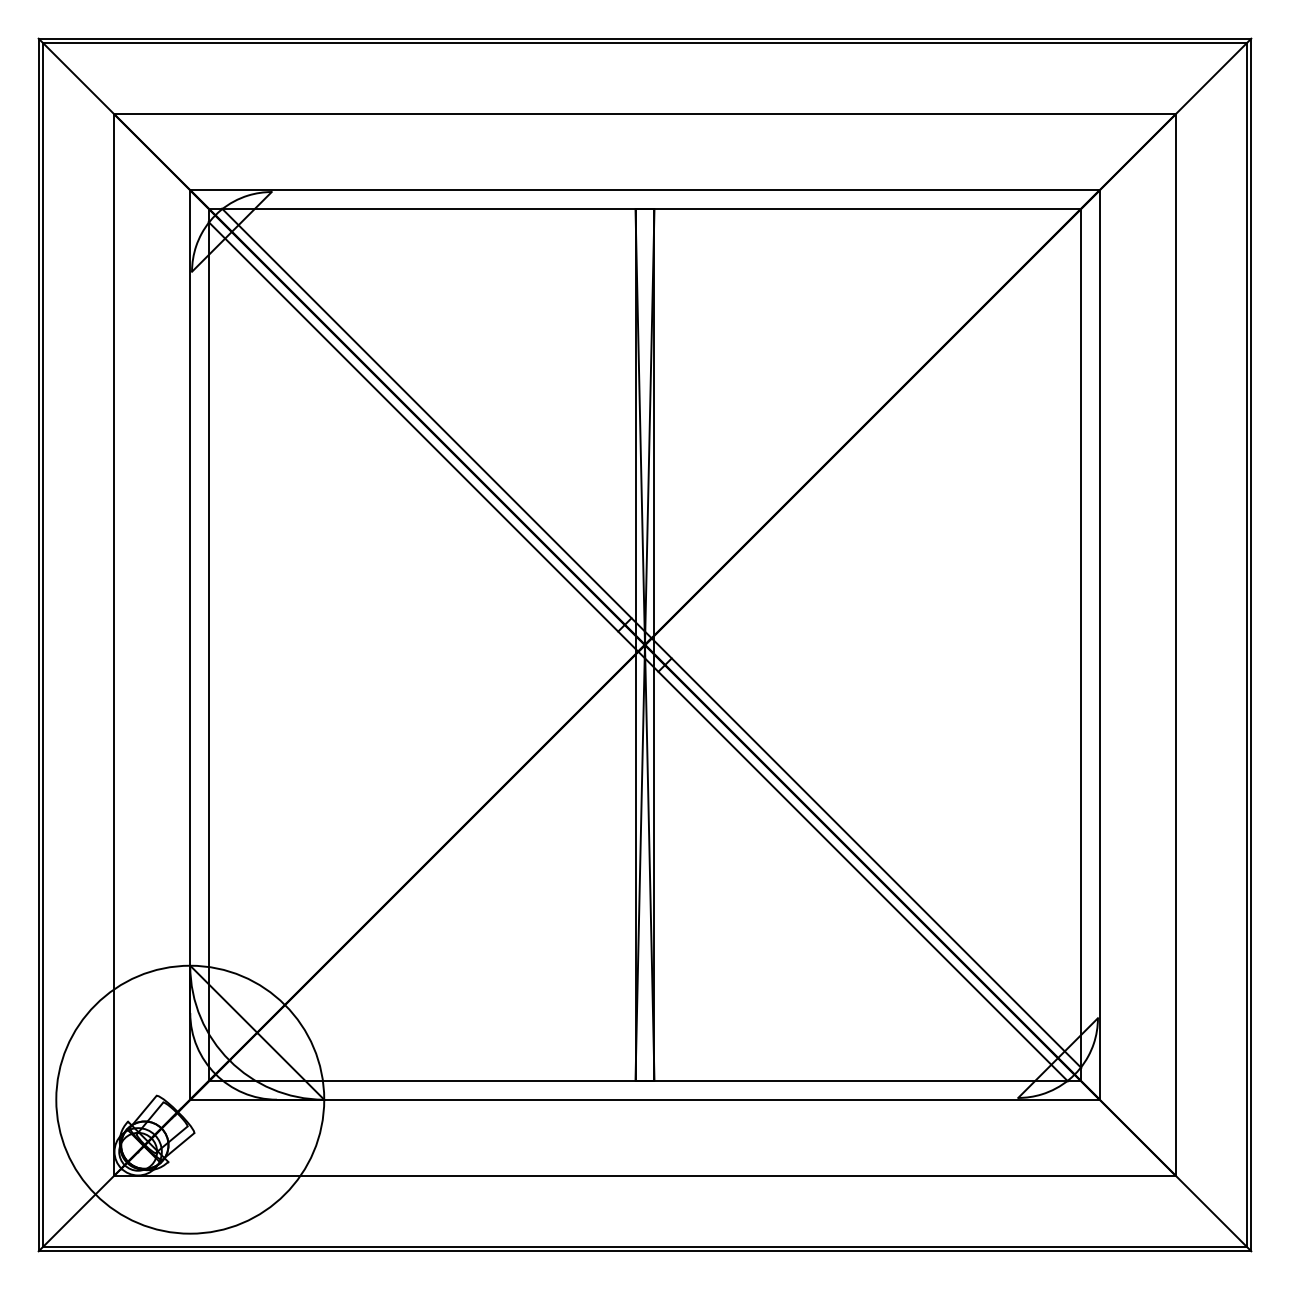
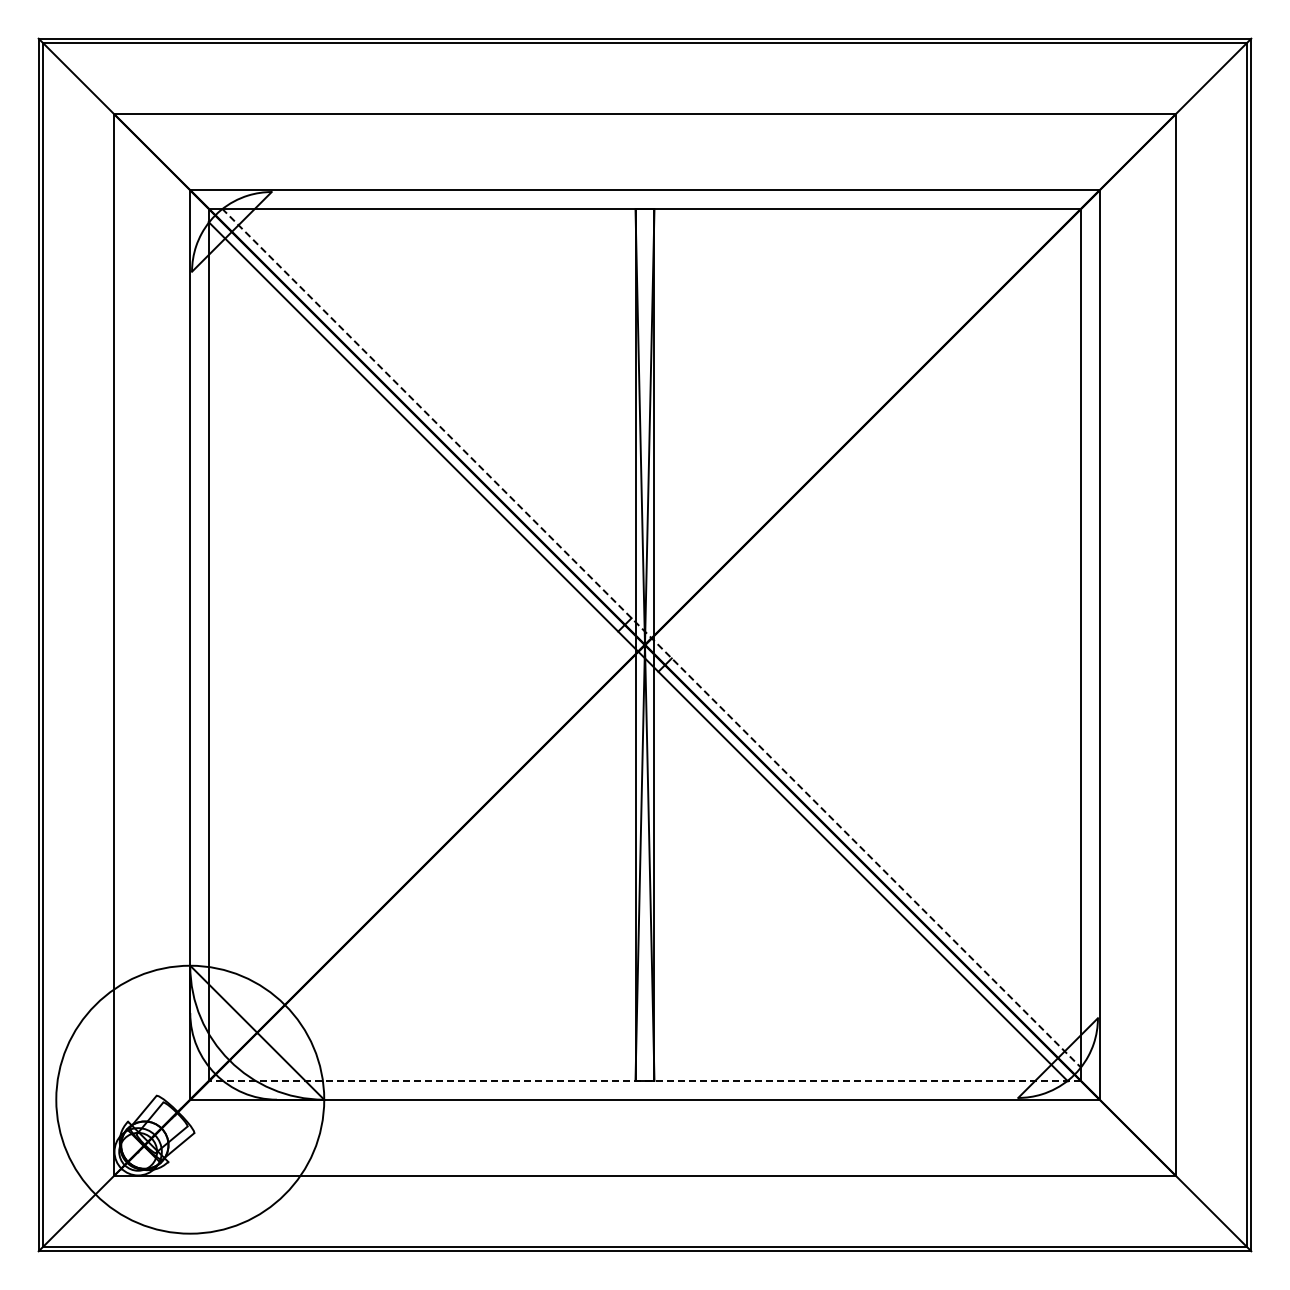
line at (651, 638): solid -> dashed
line at (645, 1080): solid -> dashed
